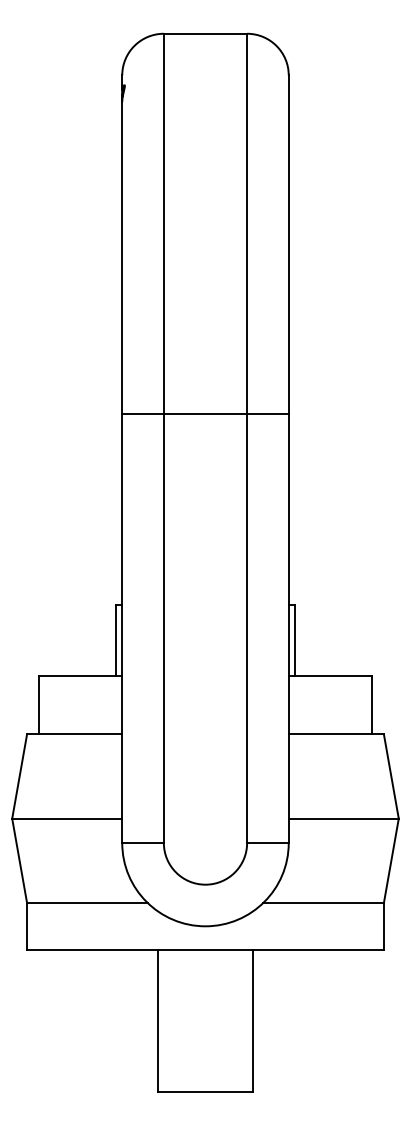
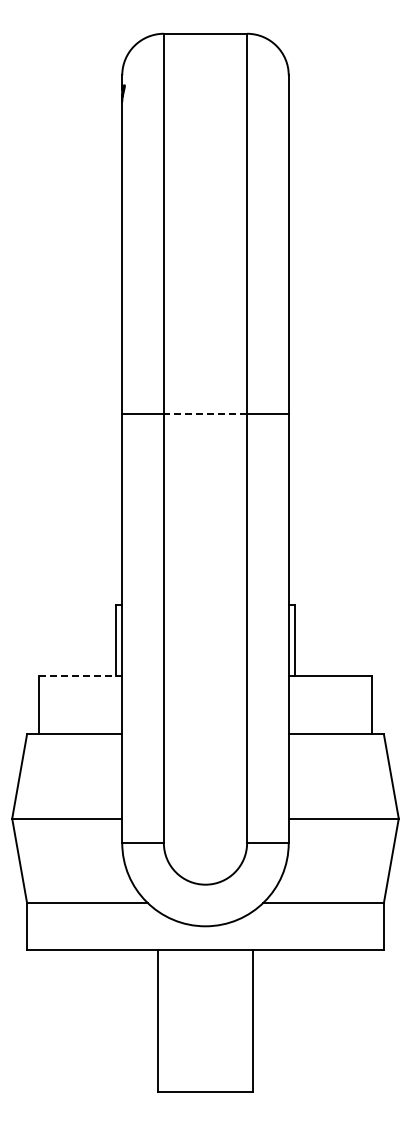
line at (205, 414): solid -> dashed
line at (80, 675): solid -> dashed
